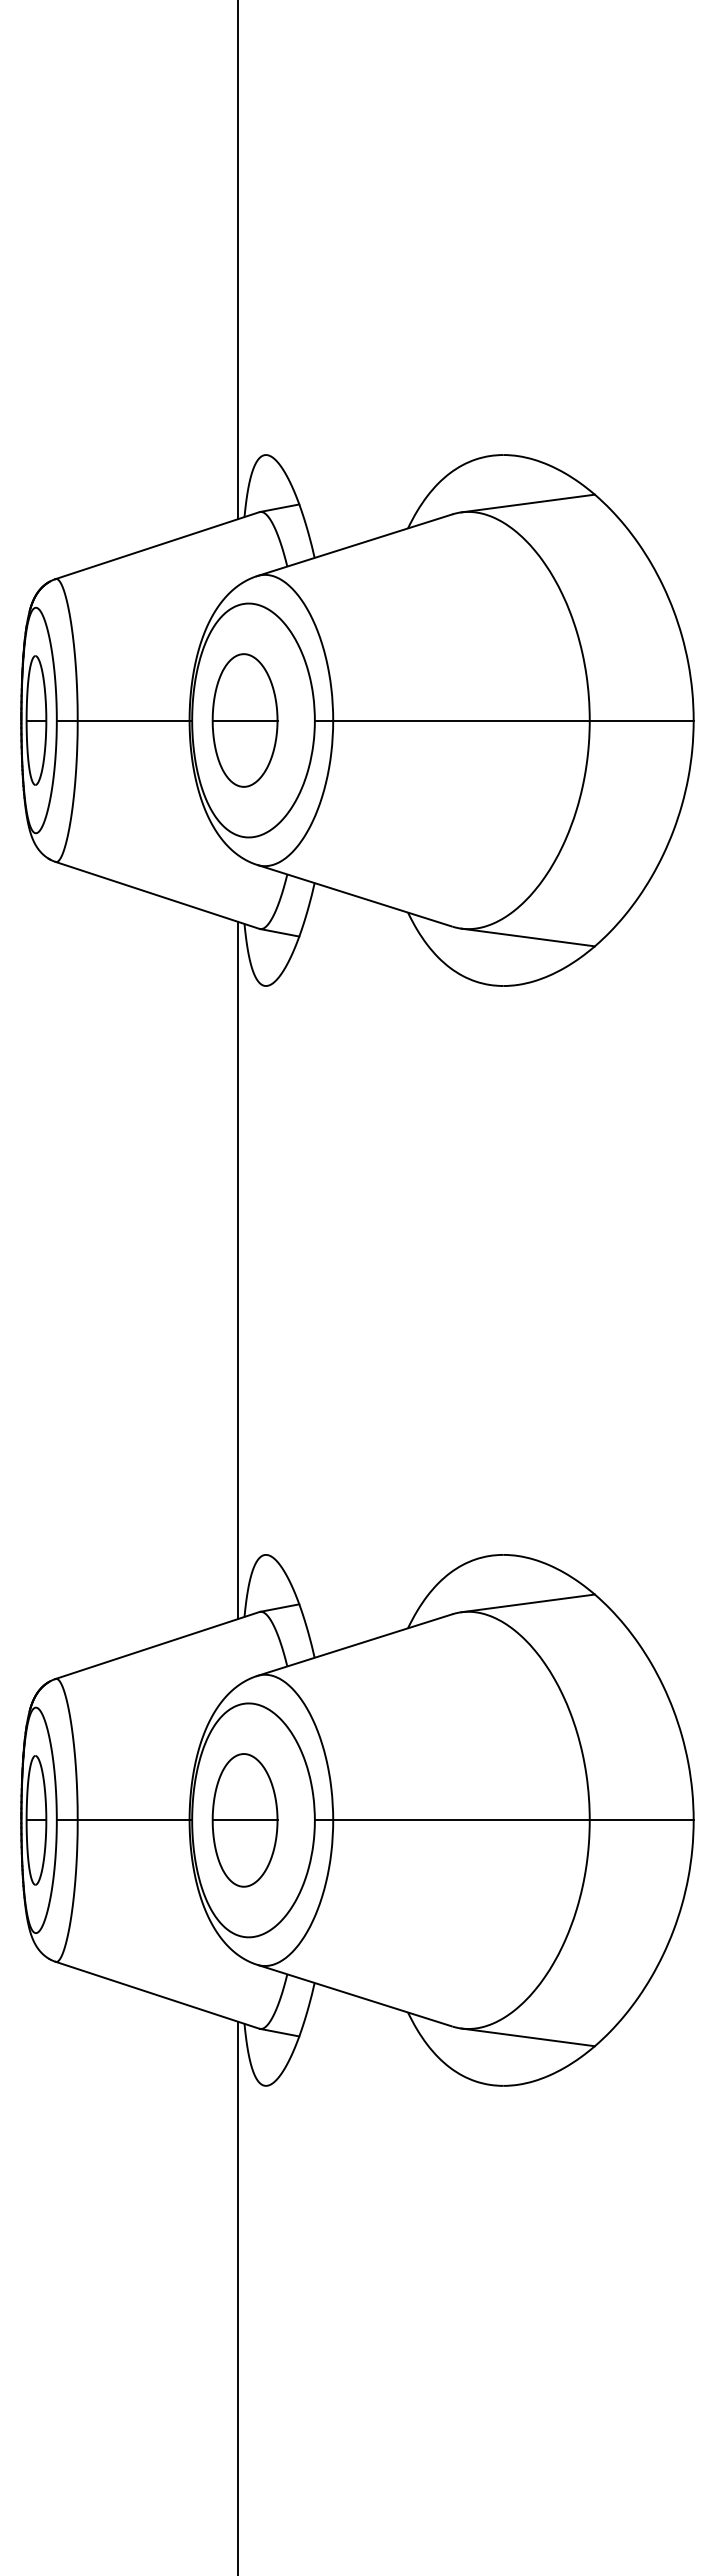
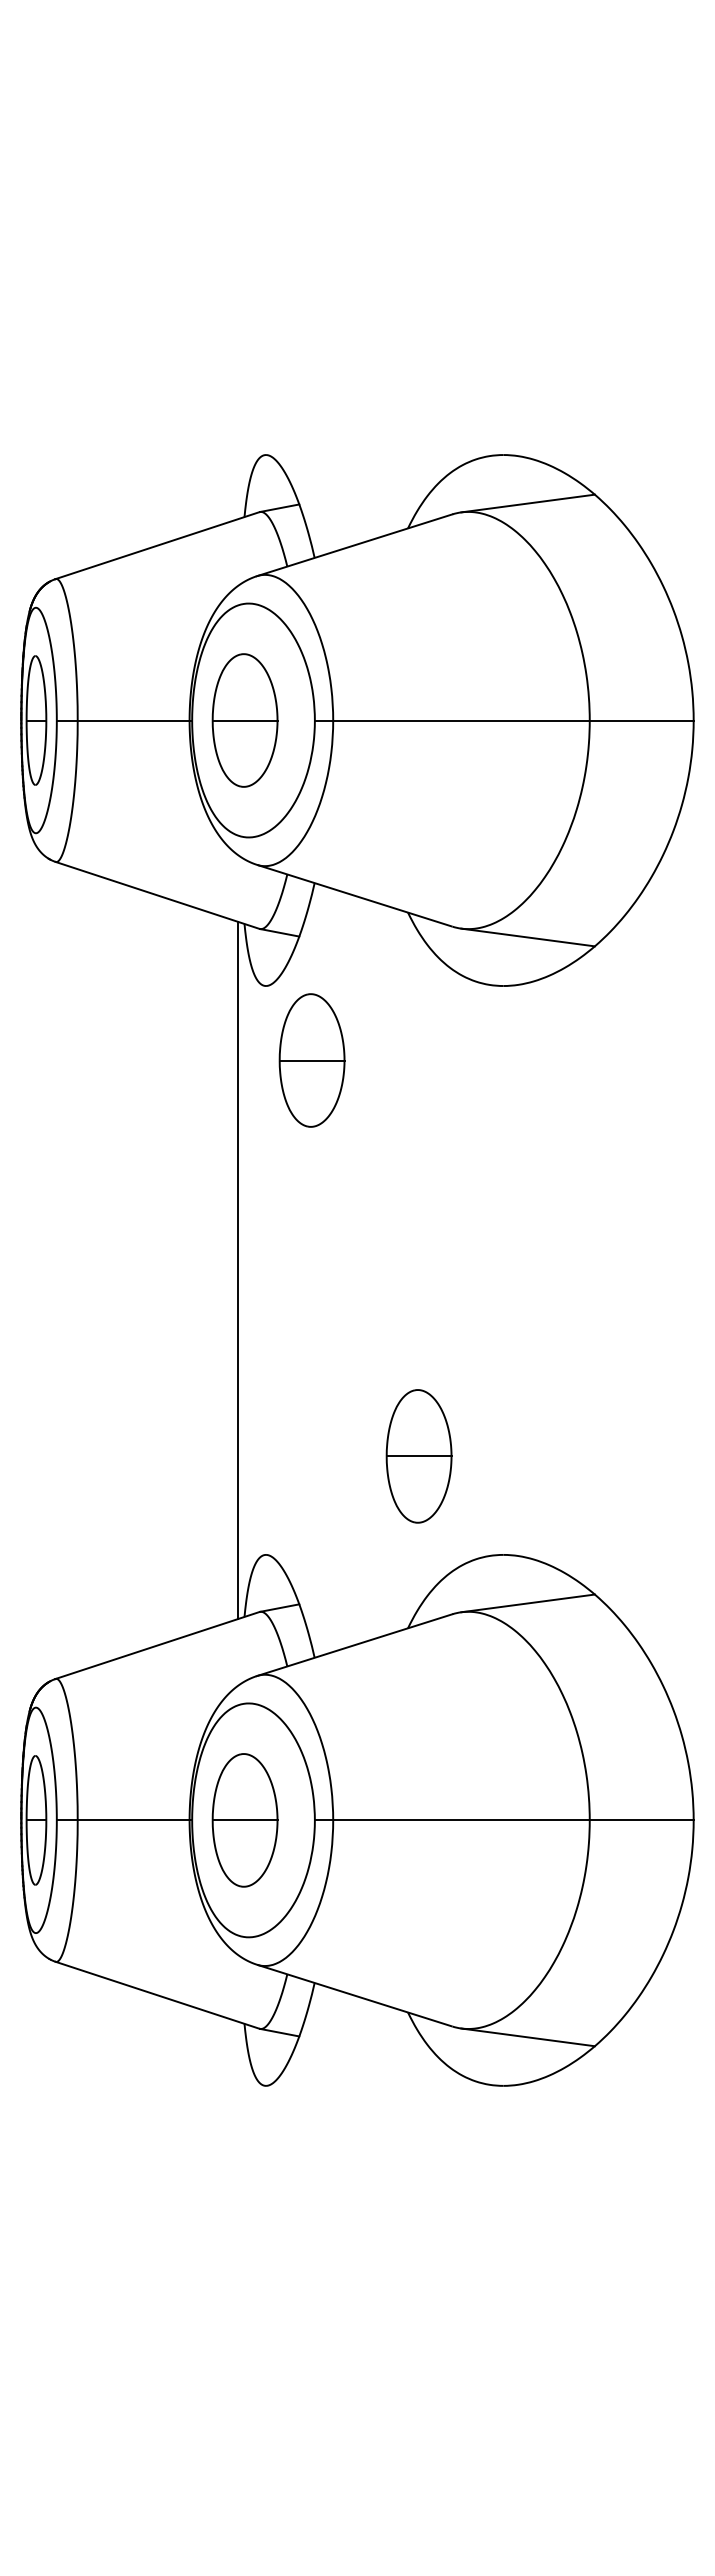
line at (238, 260): present -> none
part at (311, 1060): none -> present
part at (418, 1456): none -> present
line at (238, 2296): present -> none
